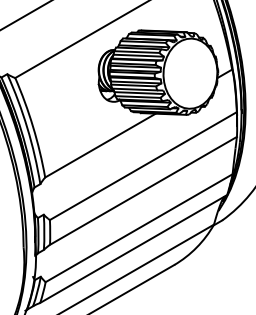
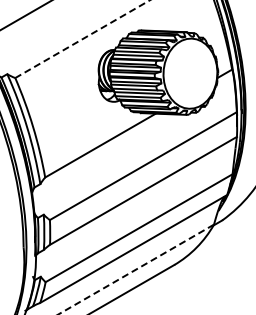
line at (82, 39): solid -> dashed
line at (136, 269): solid -> dashed
